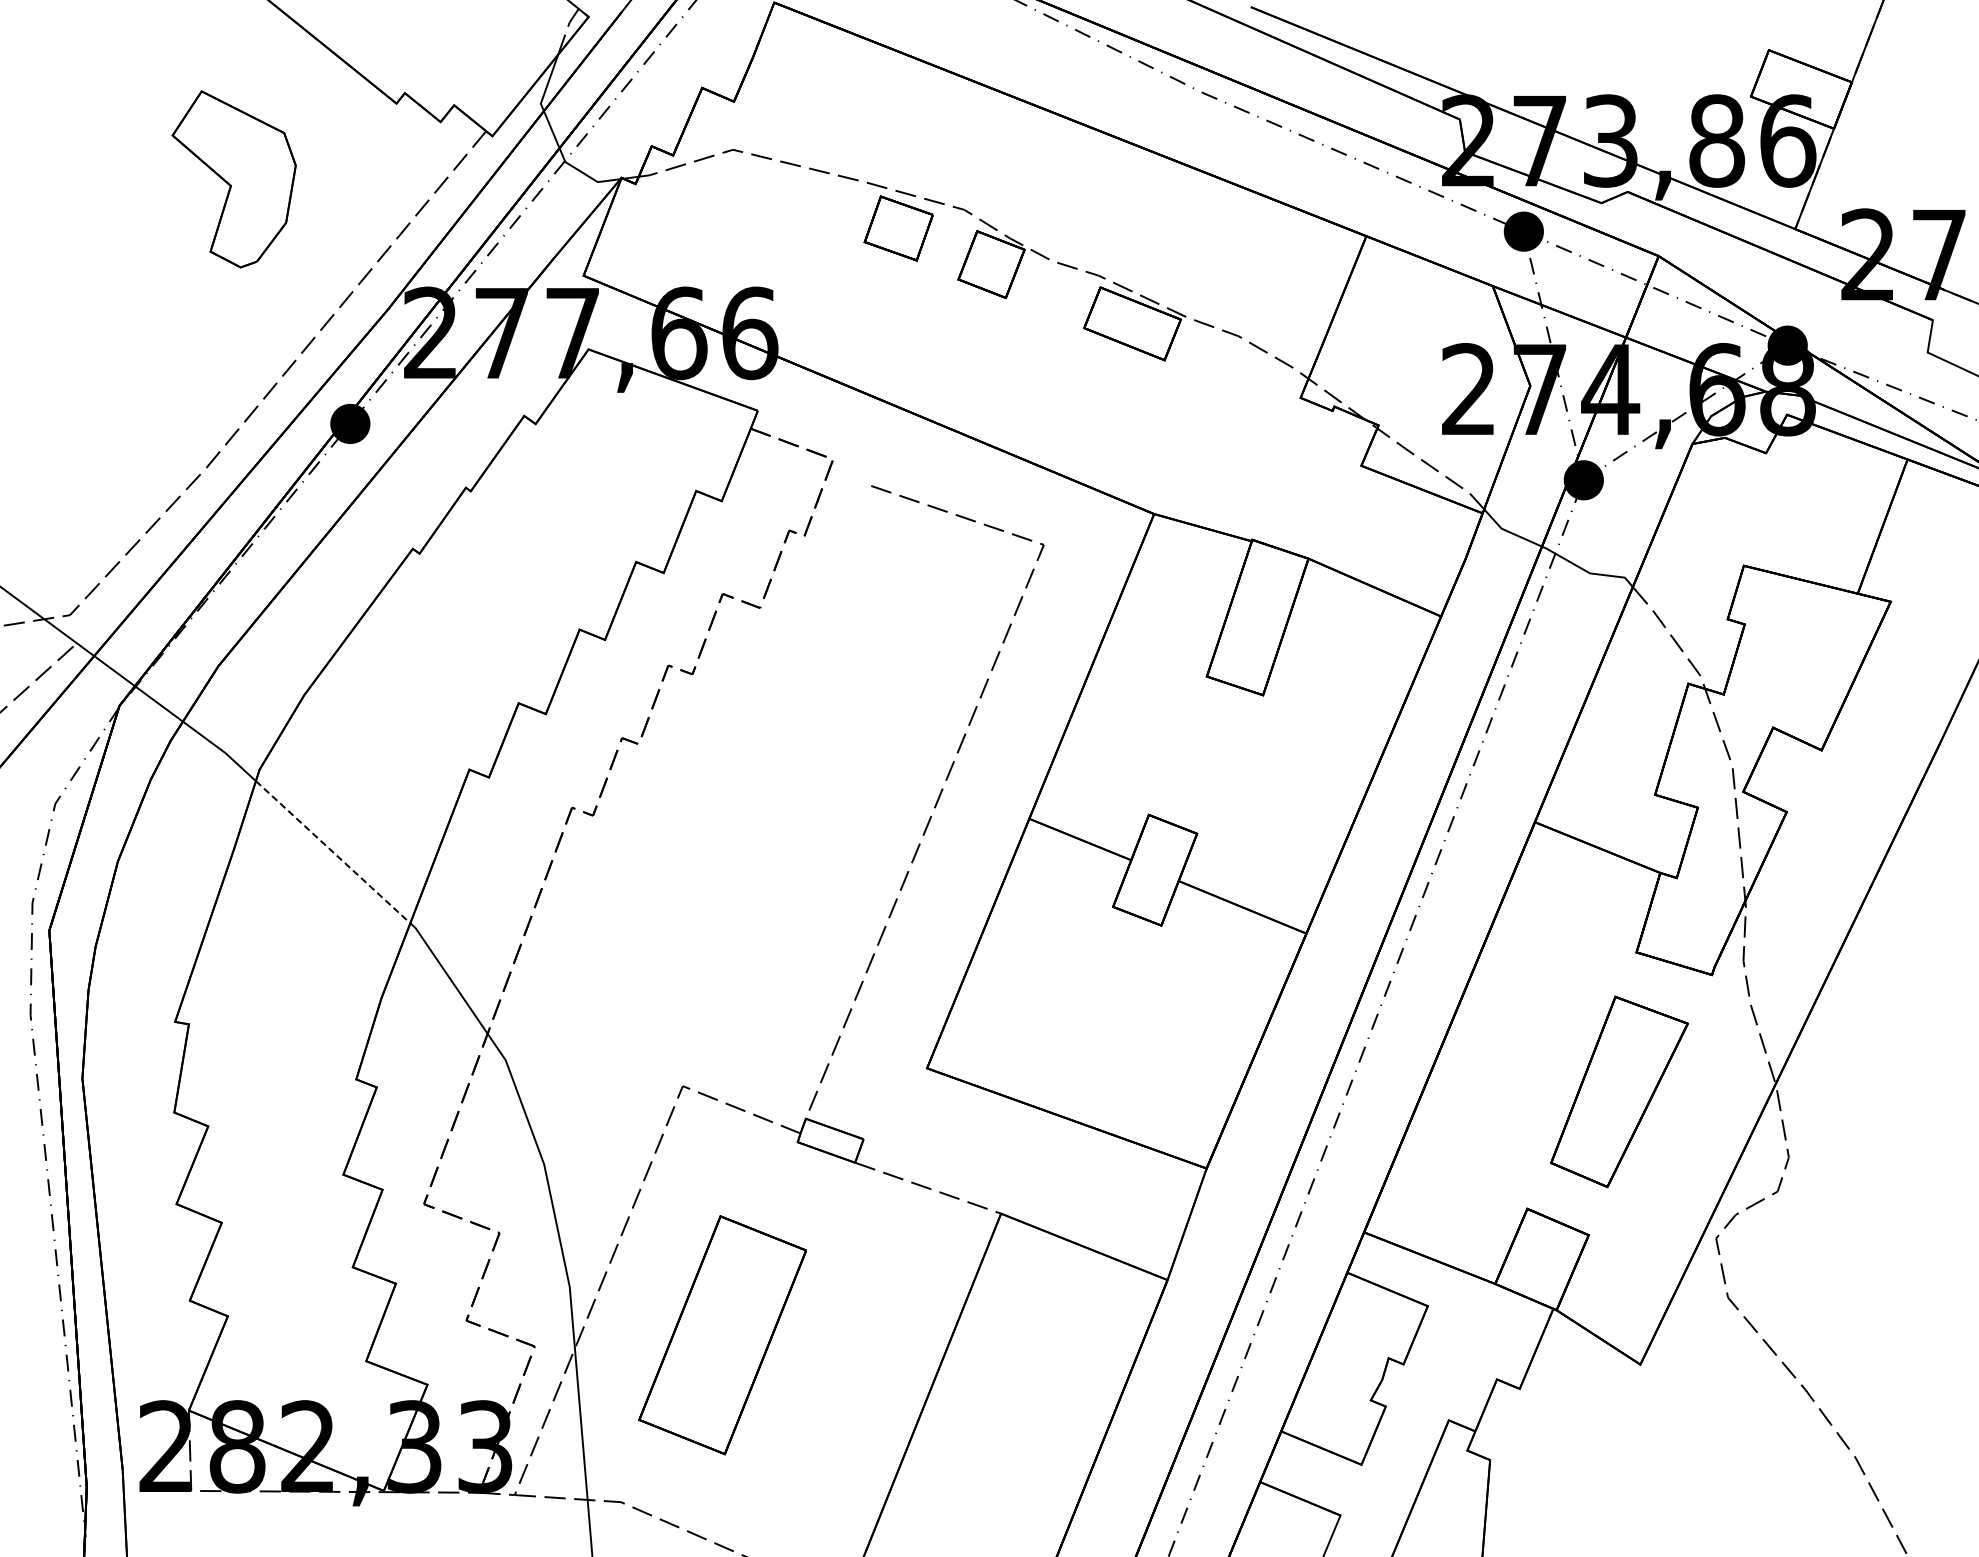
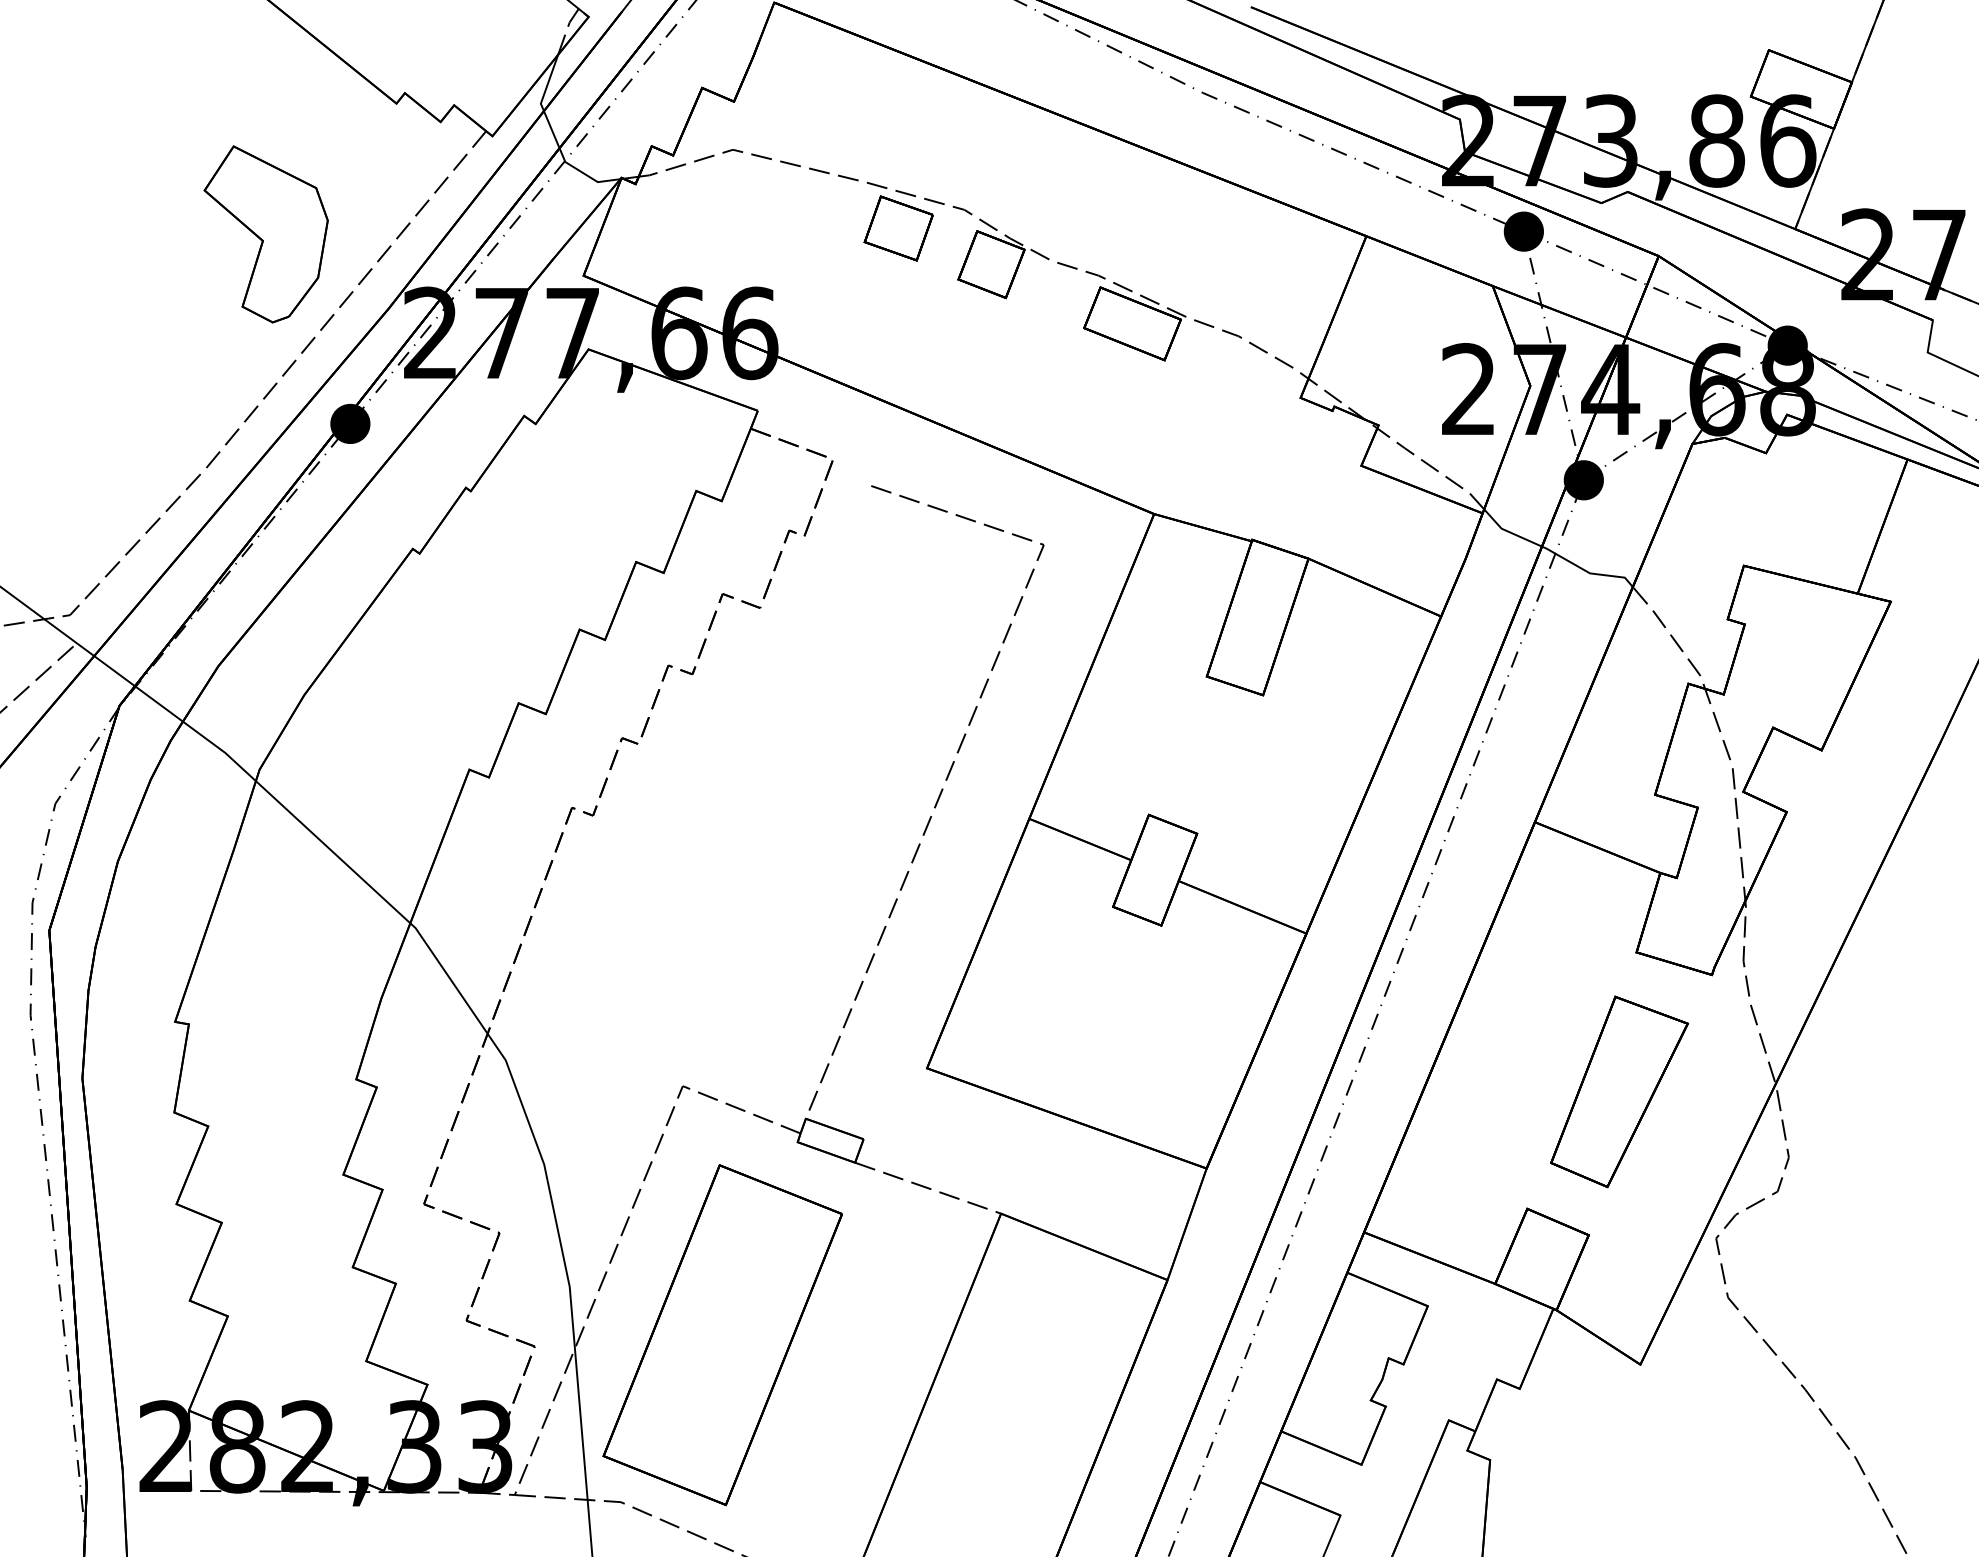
part at (233, 179) position: (233, 179) -> (265, 234)
line at (333, 852): dashed -> solid
part at (722, 1335) size: 169x241 px -> 241x343 px
